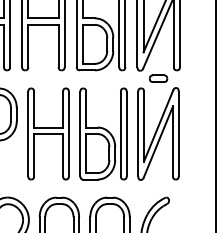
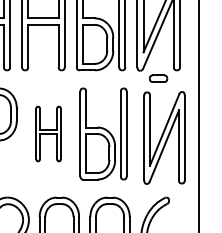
line at (215, 115) position: (215, 115) -> (198, 115)
part at (48, 133) size: 43x94 px -> 27x58 px
part at (158, 133) position: (158, 133) -> (164, 137)
